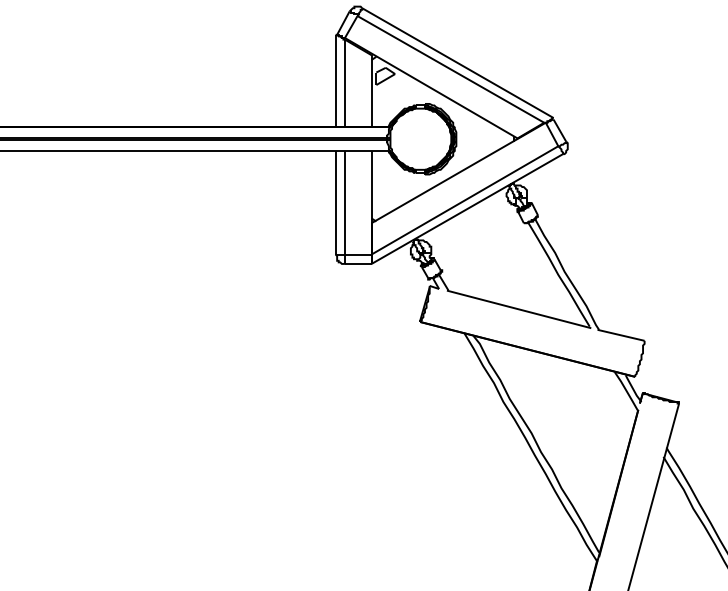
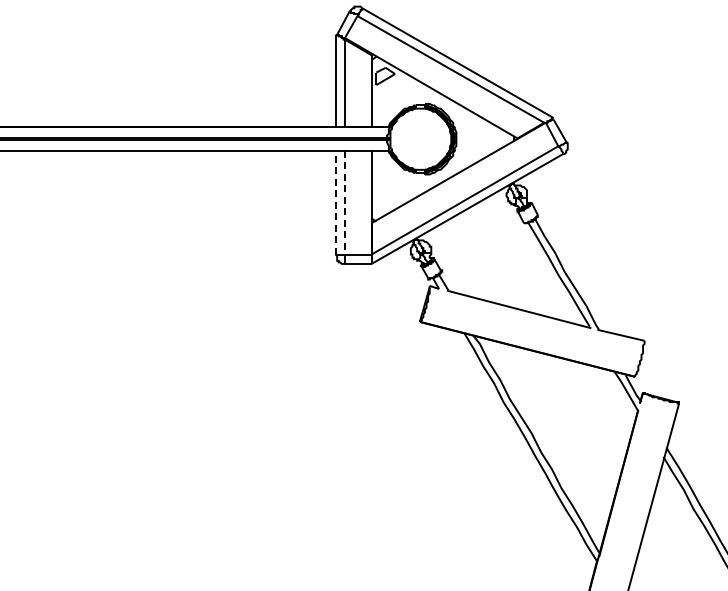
line at (335, 202): solid -> dashed
line at (344, 202): solid -> dashed
